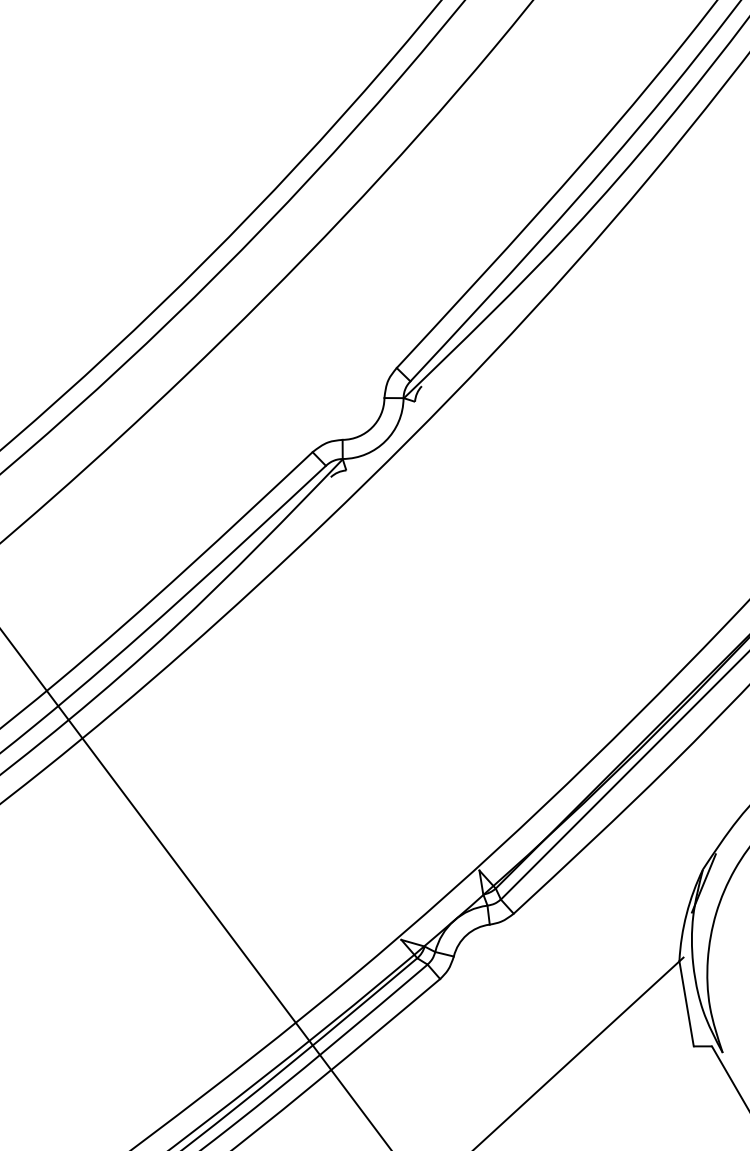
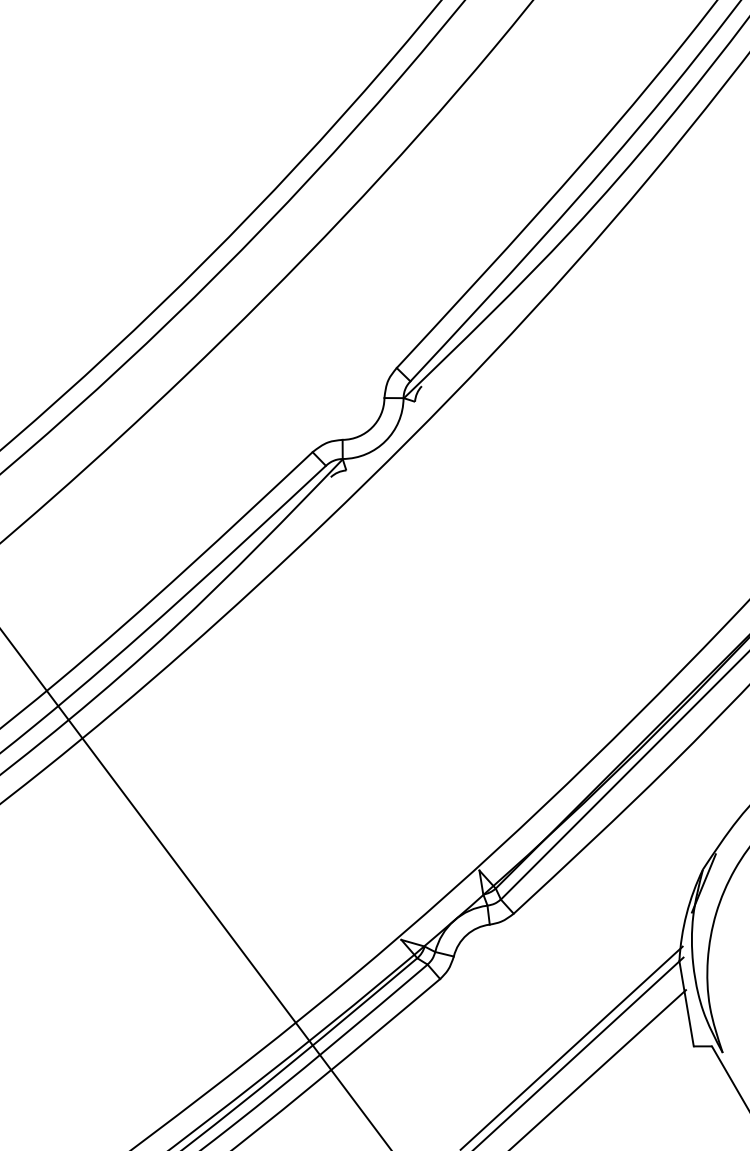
line at (572, 1046): none -> present
line at (599, 1068): none -> present
